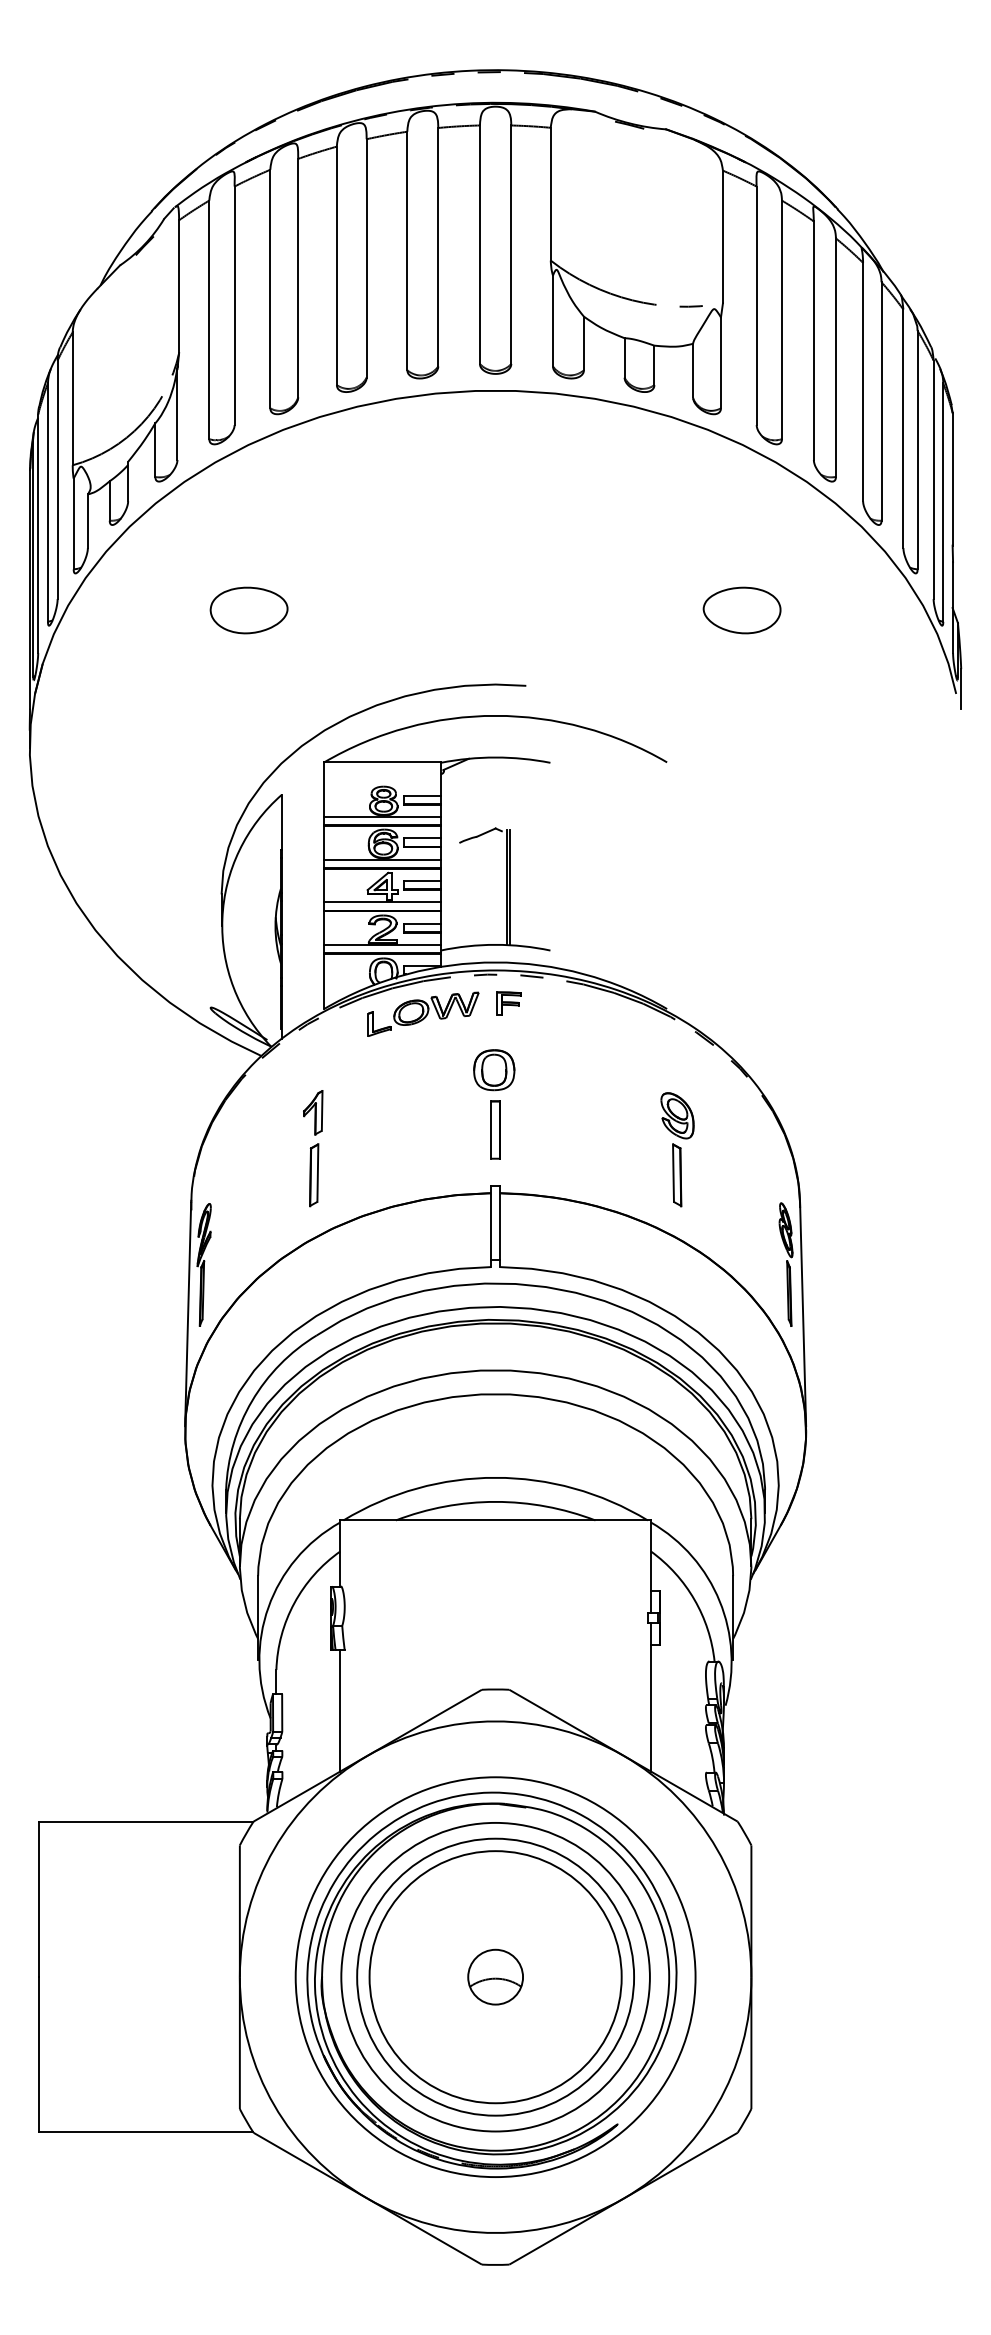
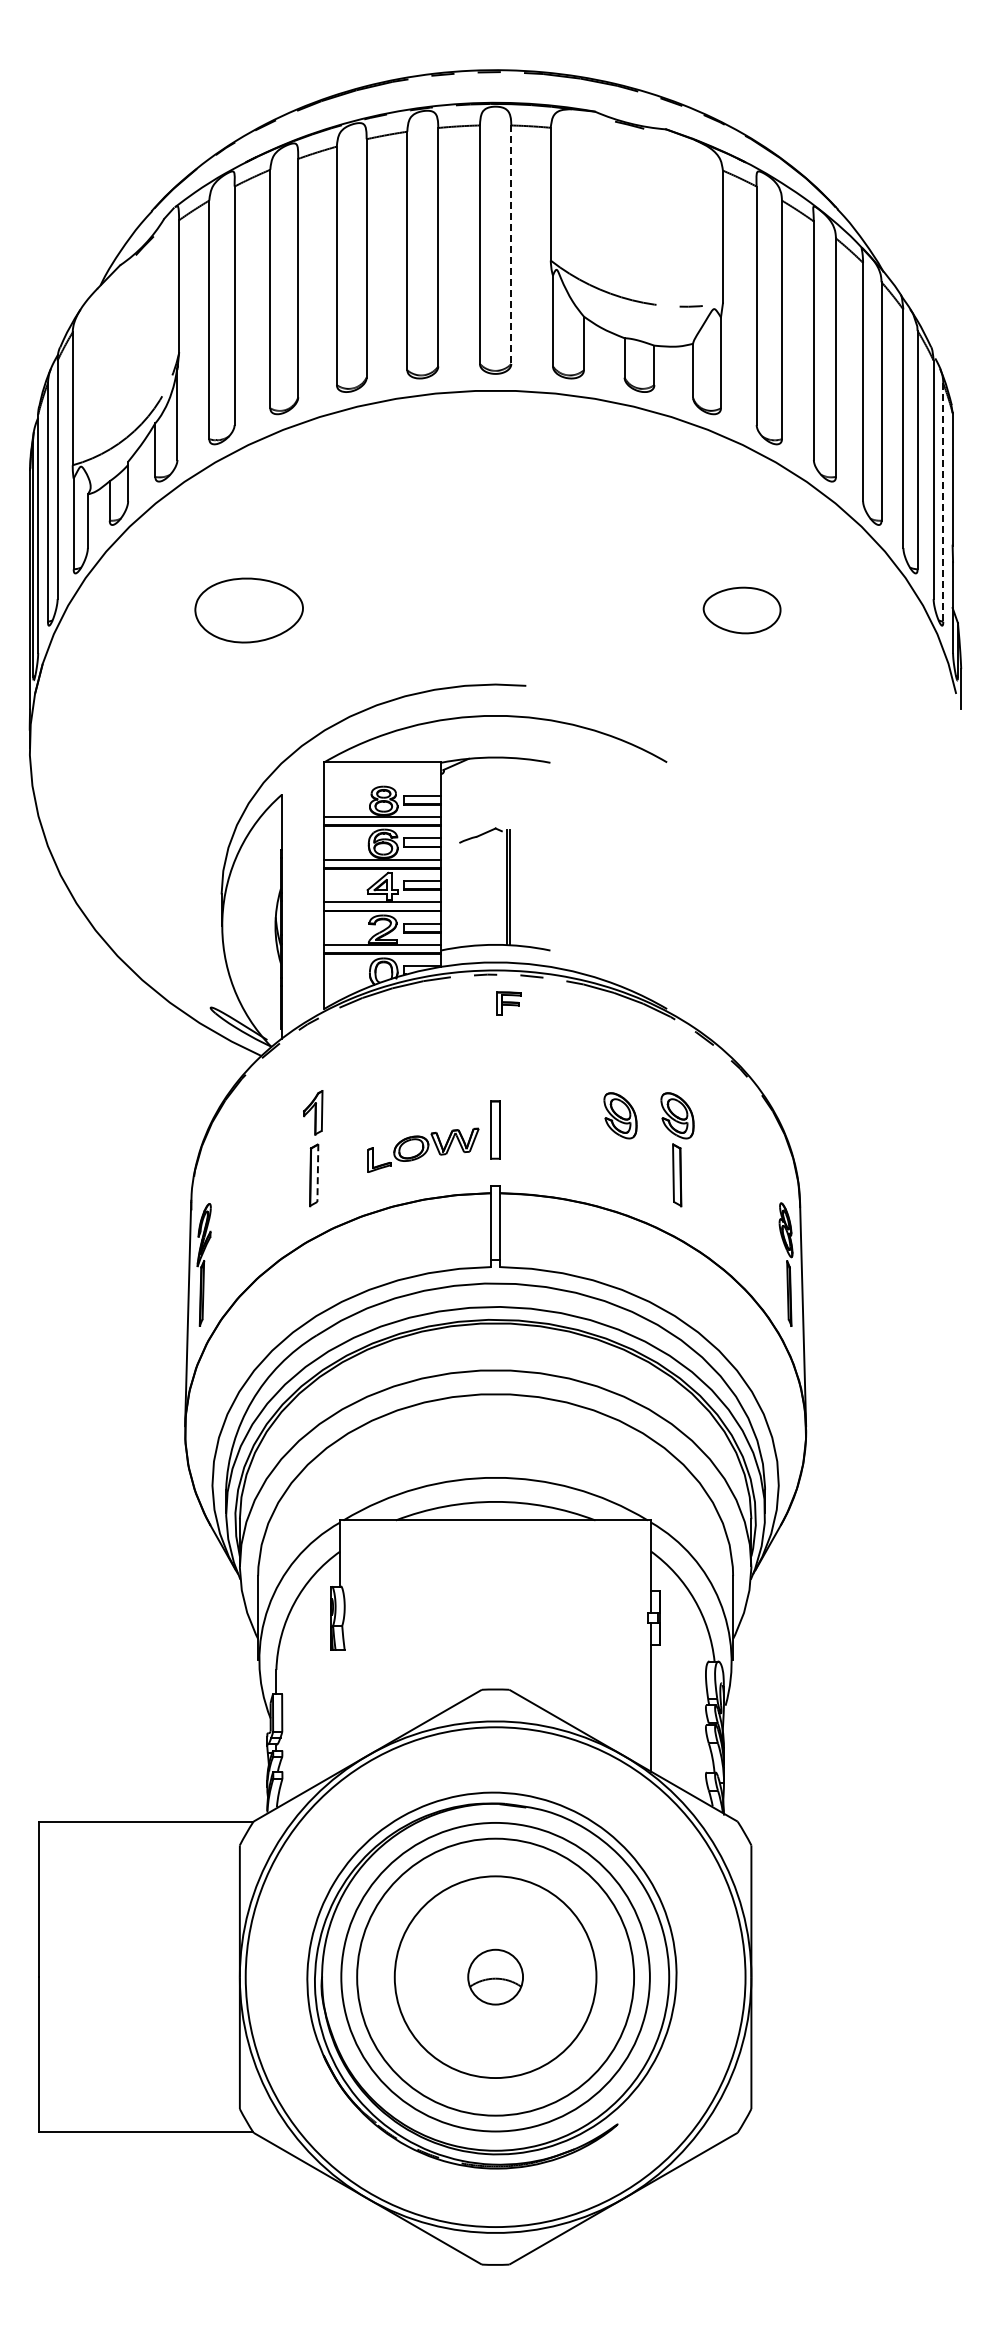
line at (511, 245): solid -> dashed
line at (943, 503): solid -> dashed
part at (248, 610) size: 80x49 px -> 110x67 px
part at (423, 1013) position: (423, 1013) -> (423, 1149)
part at (494, 1070): present -> none
part at (620, 1115): none -> present
line at (317, 1173): solid -> dashed
line at (340, 1710): present -> none
circle at (495, 1977) diameter: 252 px -> 202 px
circle at (495, 1977) diameter: 400 px -> 500 px
